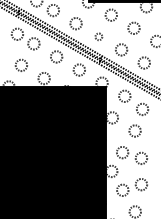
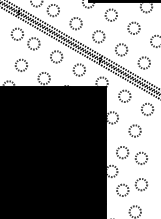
circle at (98, 36) size: 10x10 px -> 14x14 px
circle at (142, 109) position: (142, 109) -> (147, 109)
